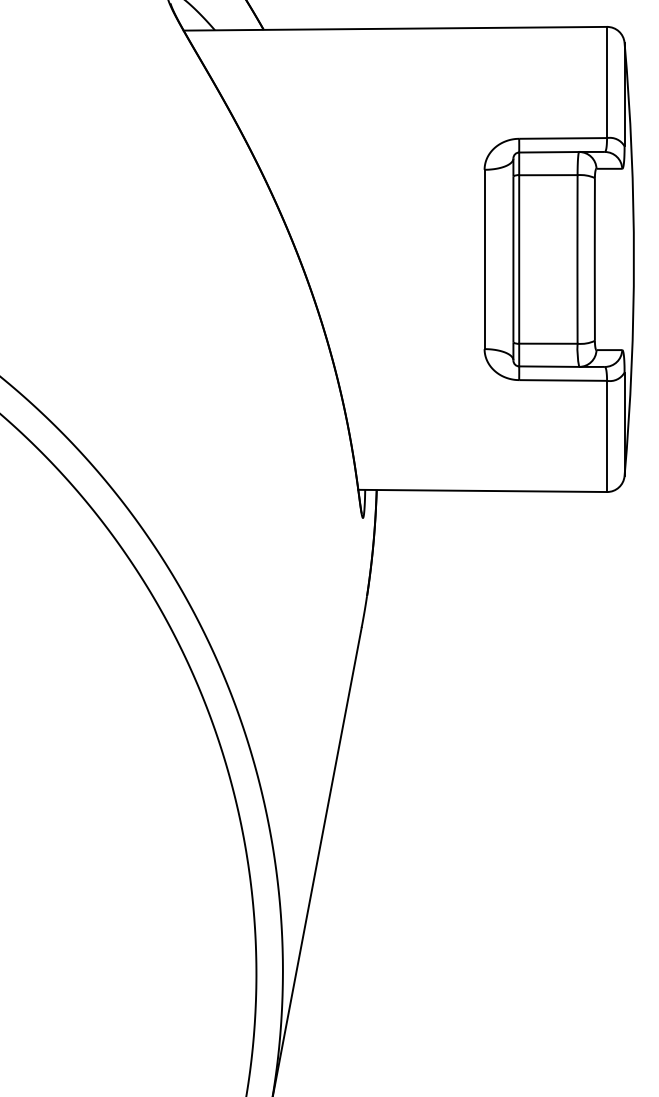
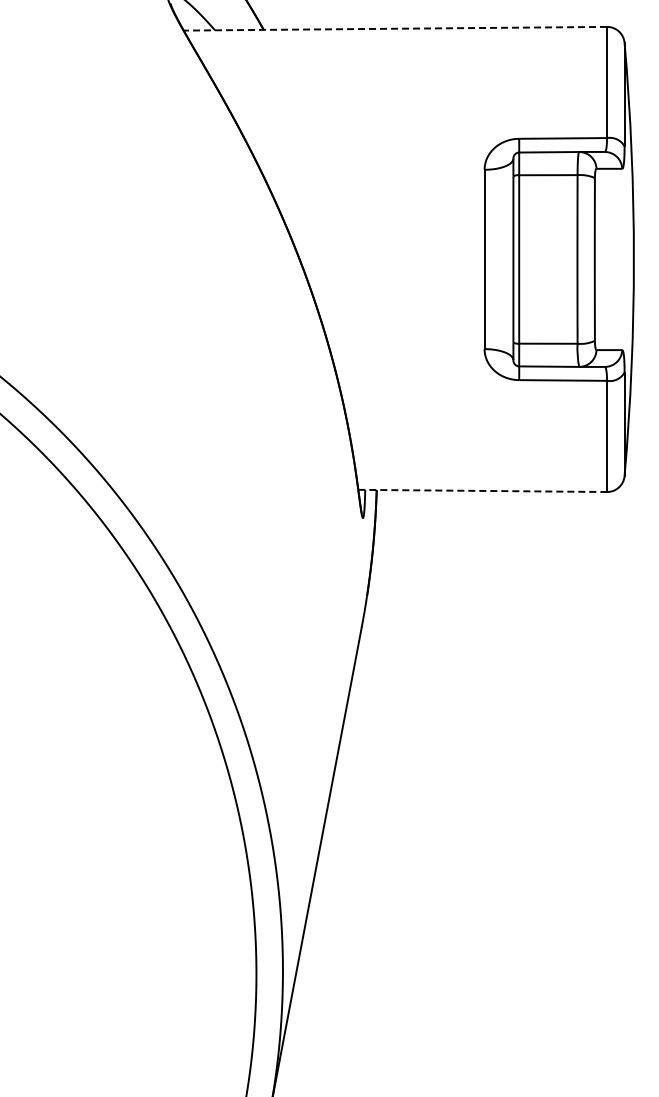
line at (395, 28): solid -> dashed
line at (483, 490): solid -> dashed
